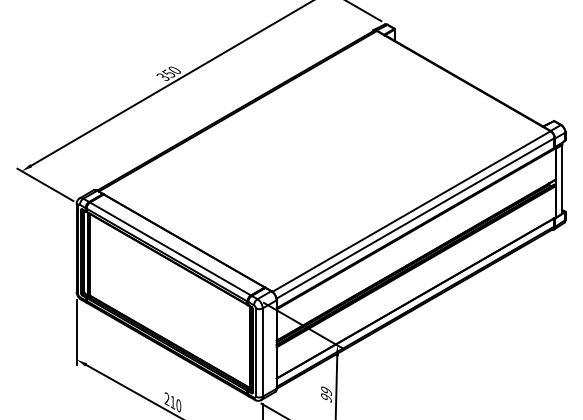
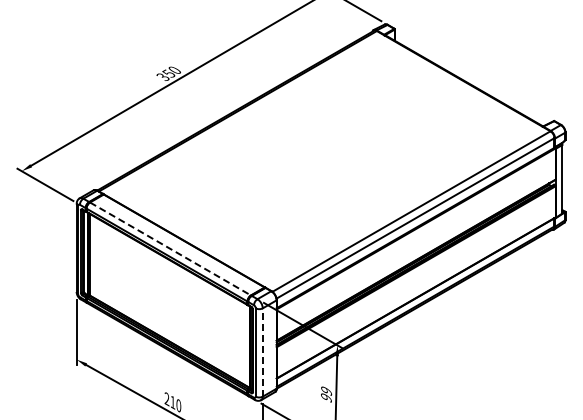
line at (170, 248): solid -> dashed
line at (262, 352): solid -> dashed
